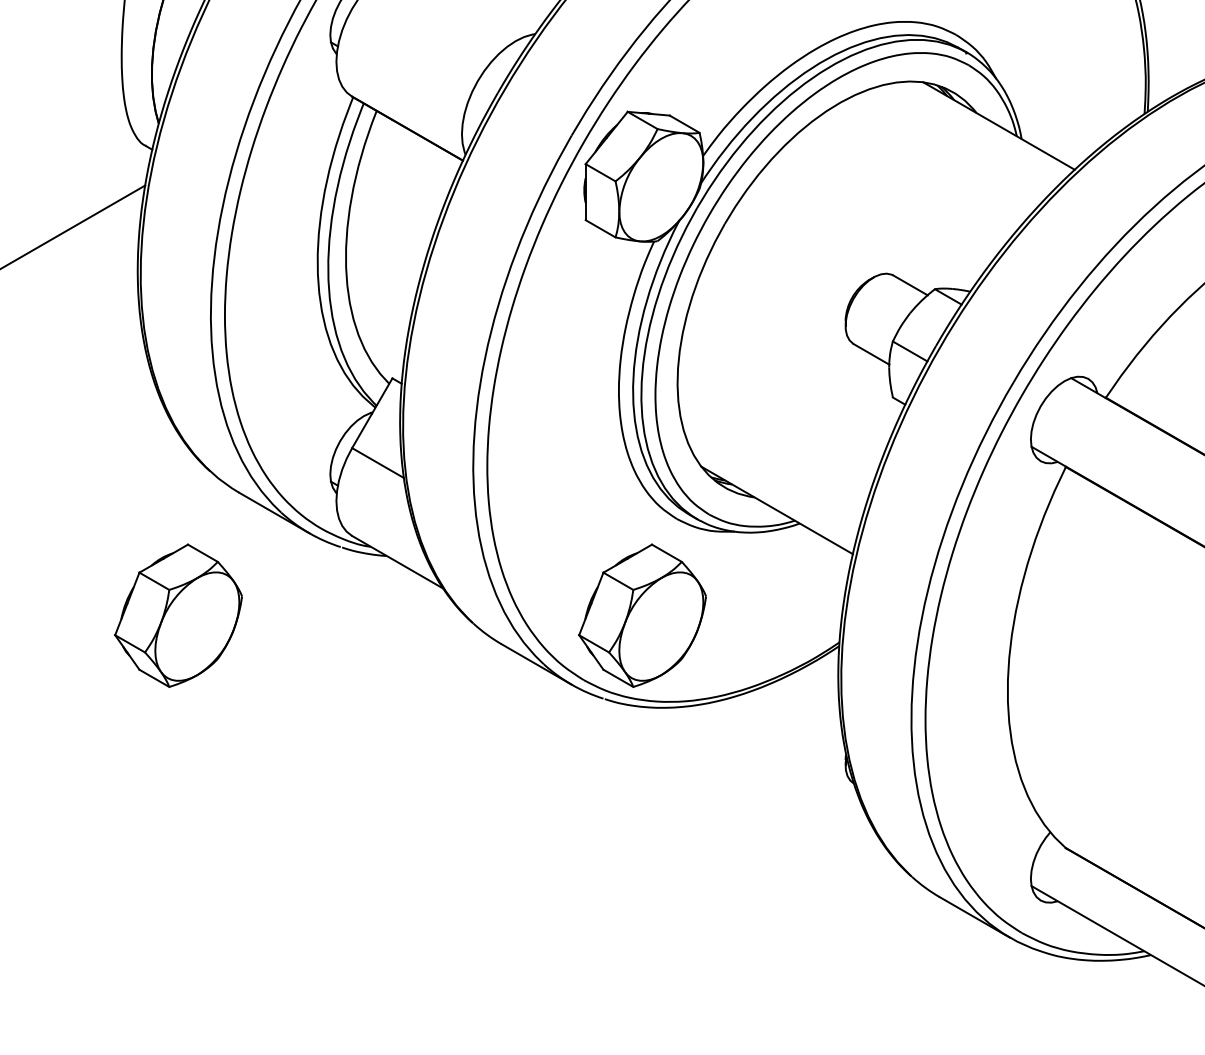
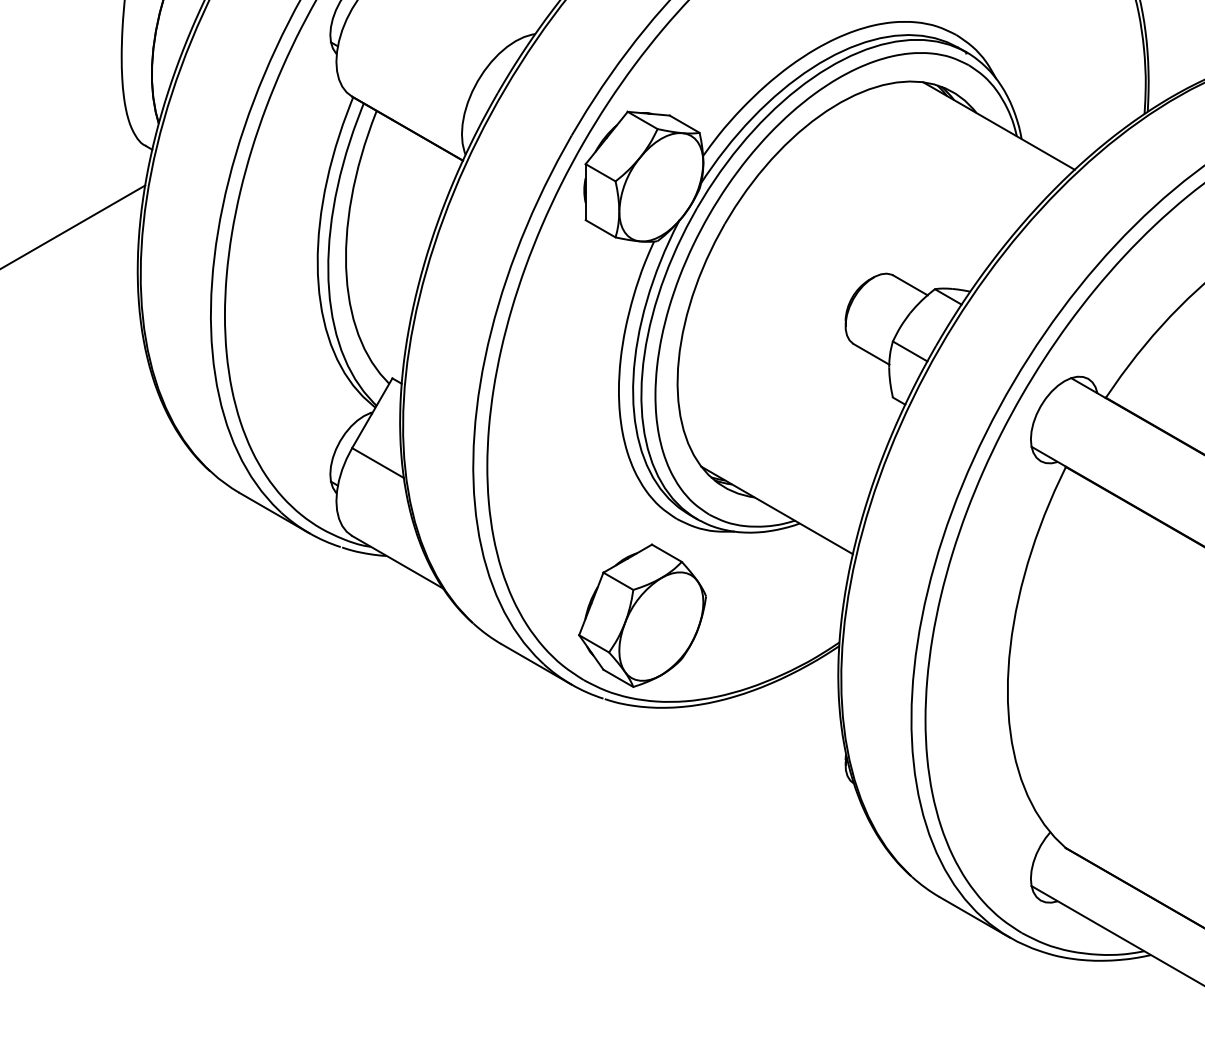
part at (178, 615): present -> none
